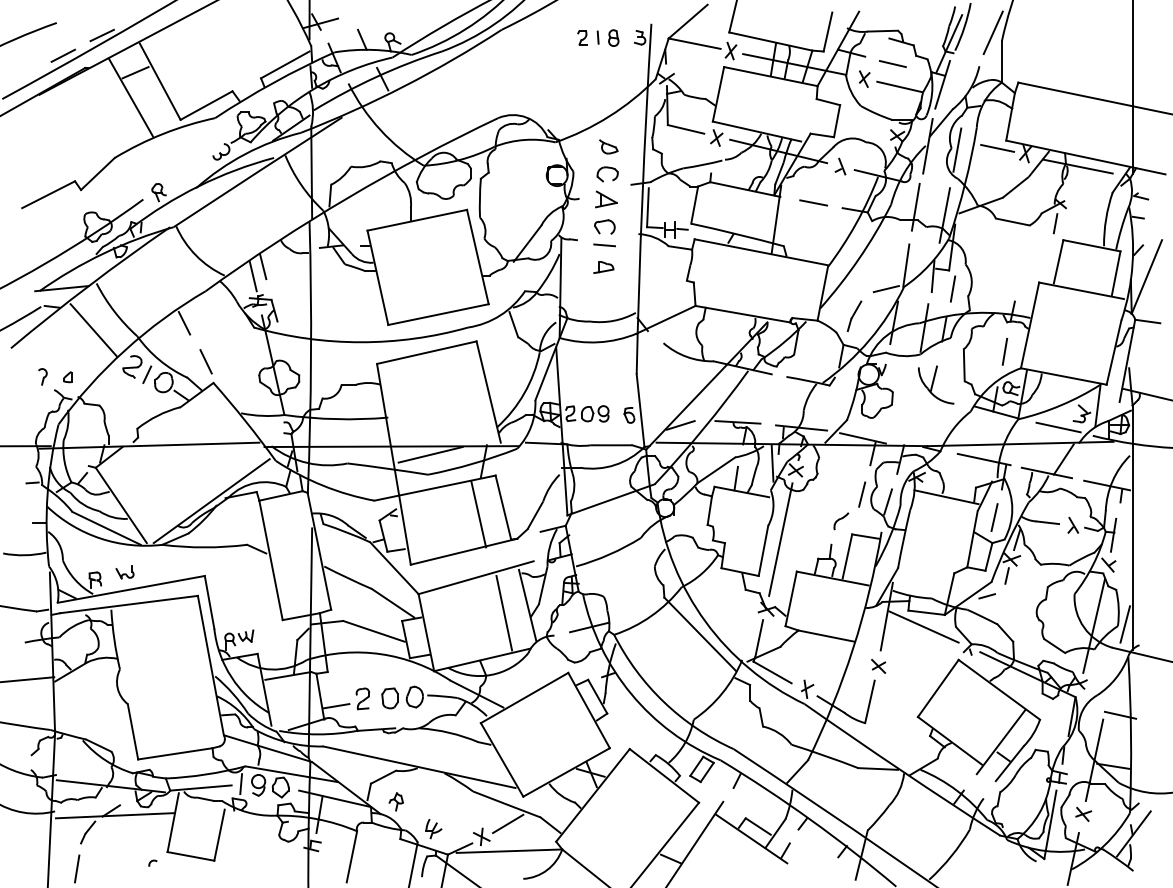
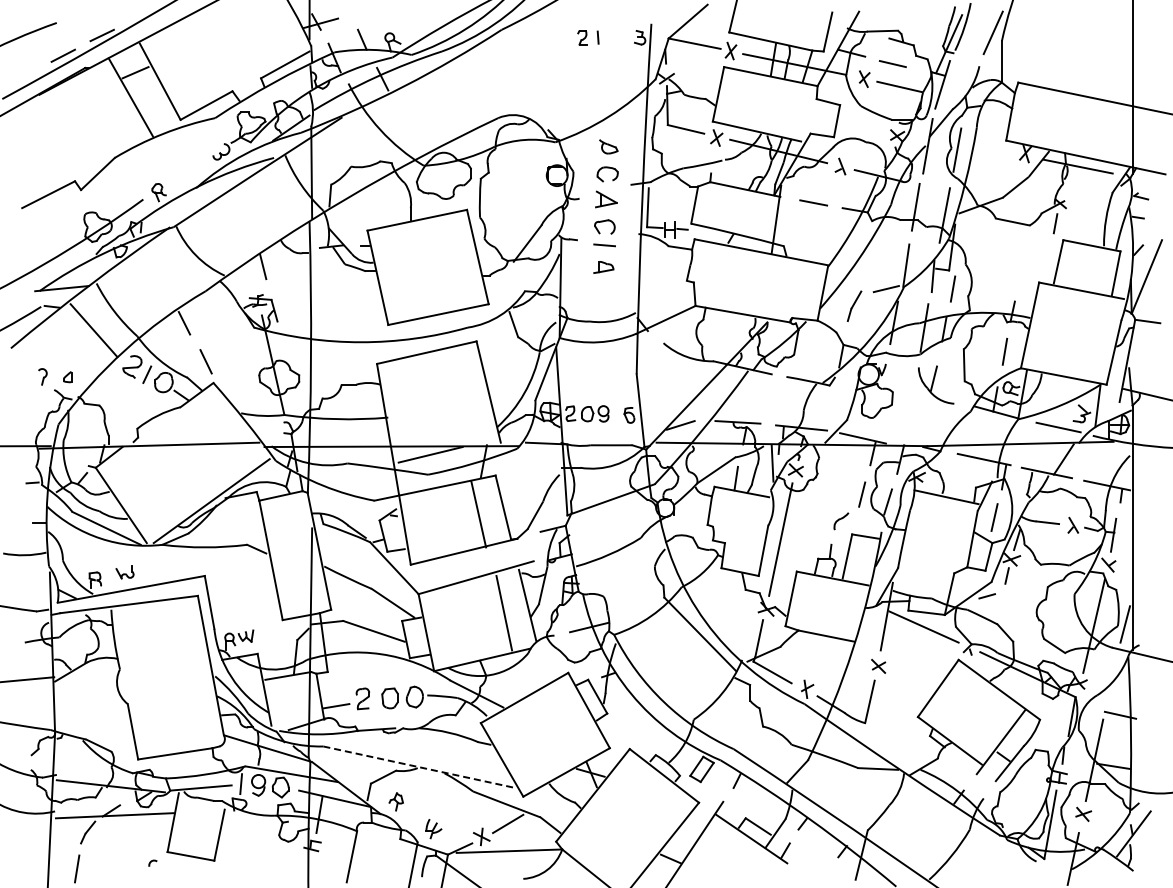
part at (613, 37): present -> none
line at (997, 147): present -> none
line at (252, 276): present -> none
part at (854, 315) position: (854, 315) -> (854, 305)
line at (419, 767): solid -> dashed
